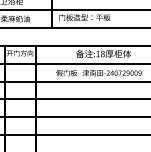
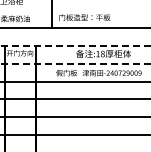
line at (74, 10): present -> none
line at (75, 45): solid -> dashed
line at (75, 63): solid -> dashed
